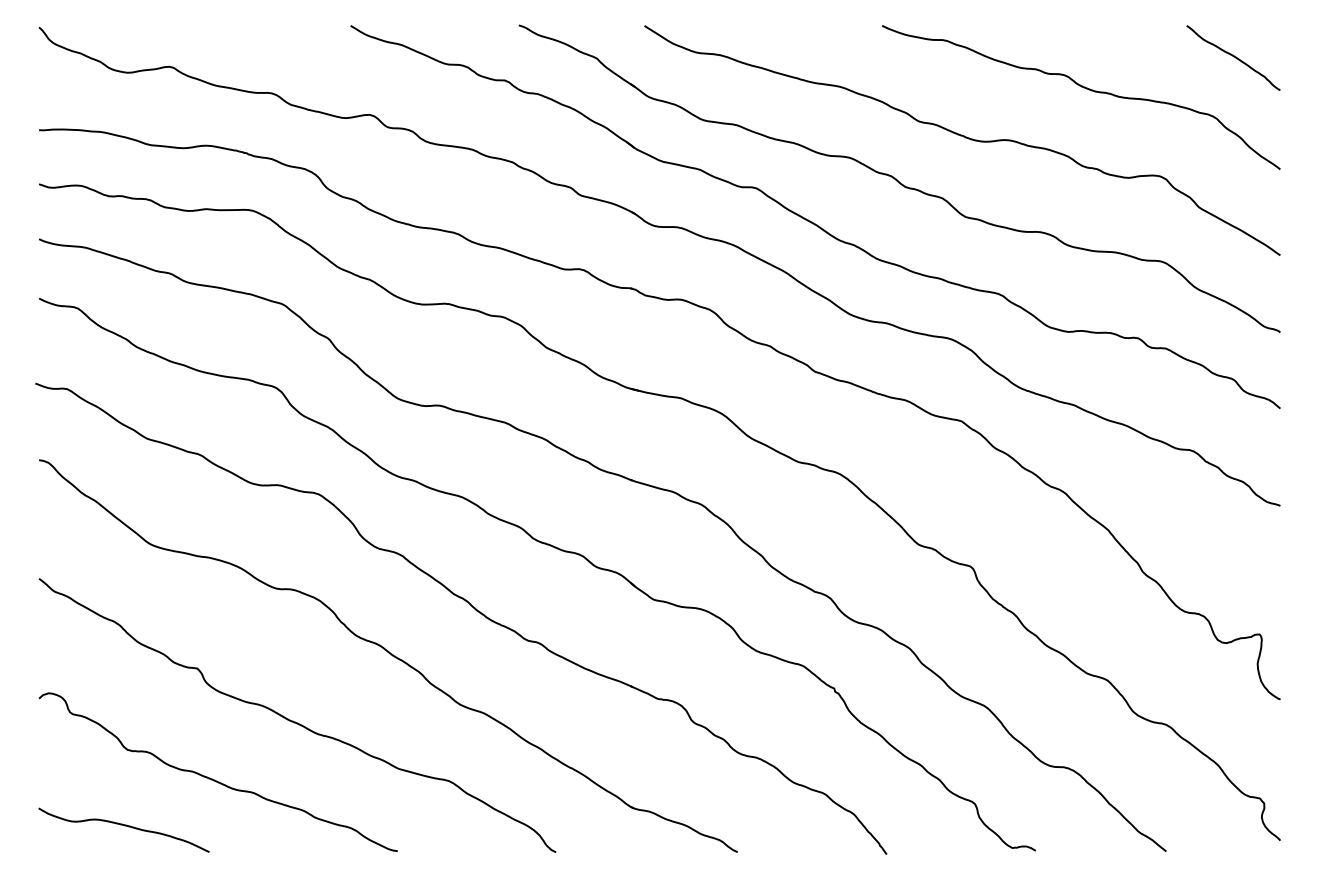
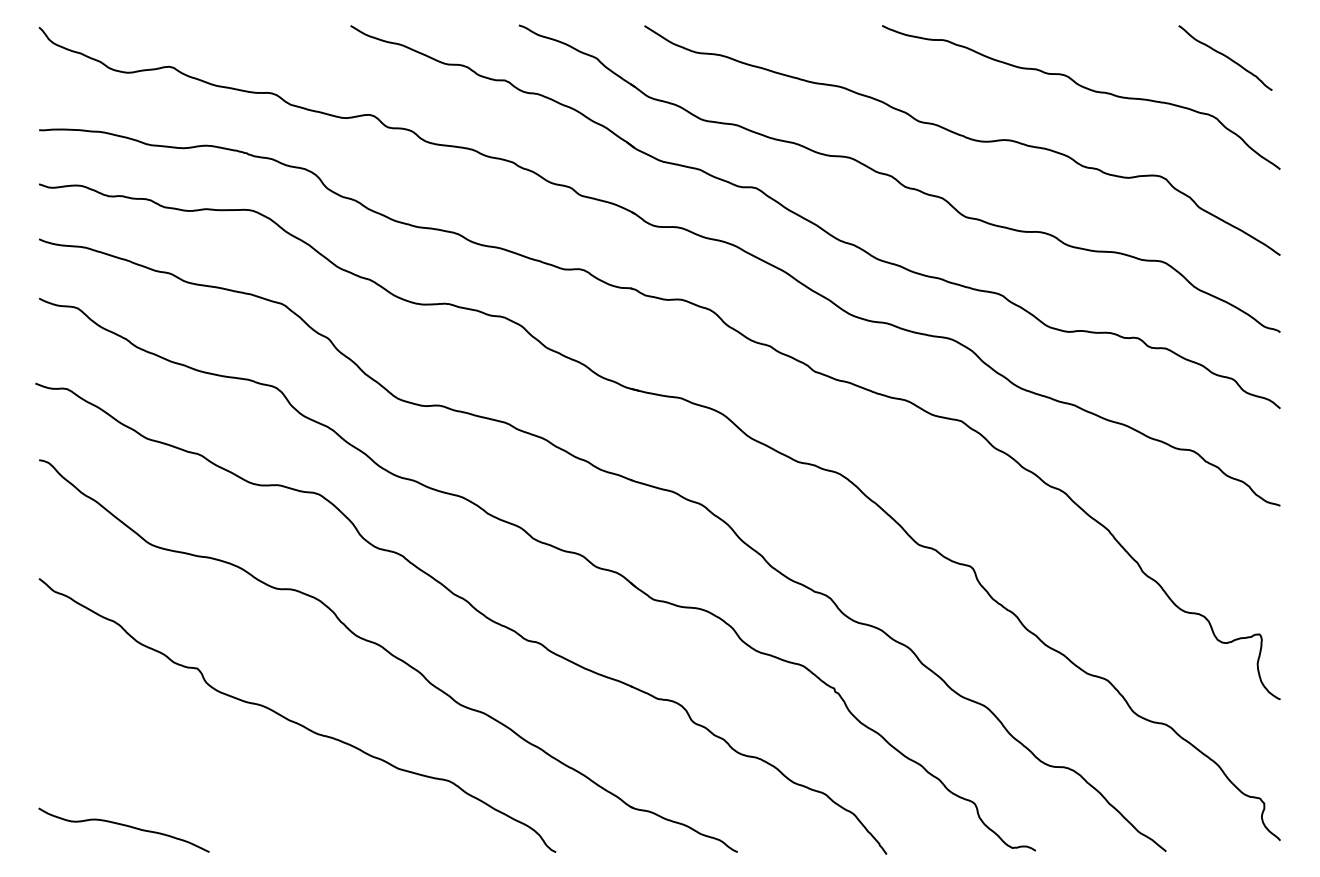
curve at (1233, 57) position: (1233, 57) -> (1225, 57)
curve at (214, 779): present -> none
